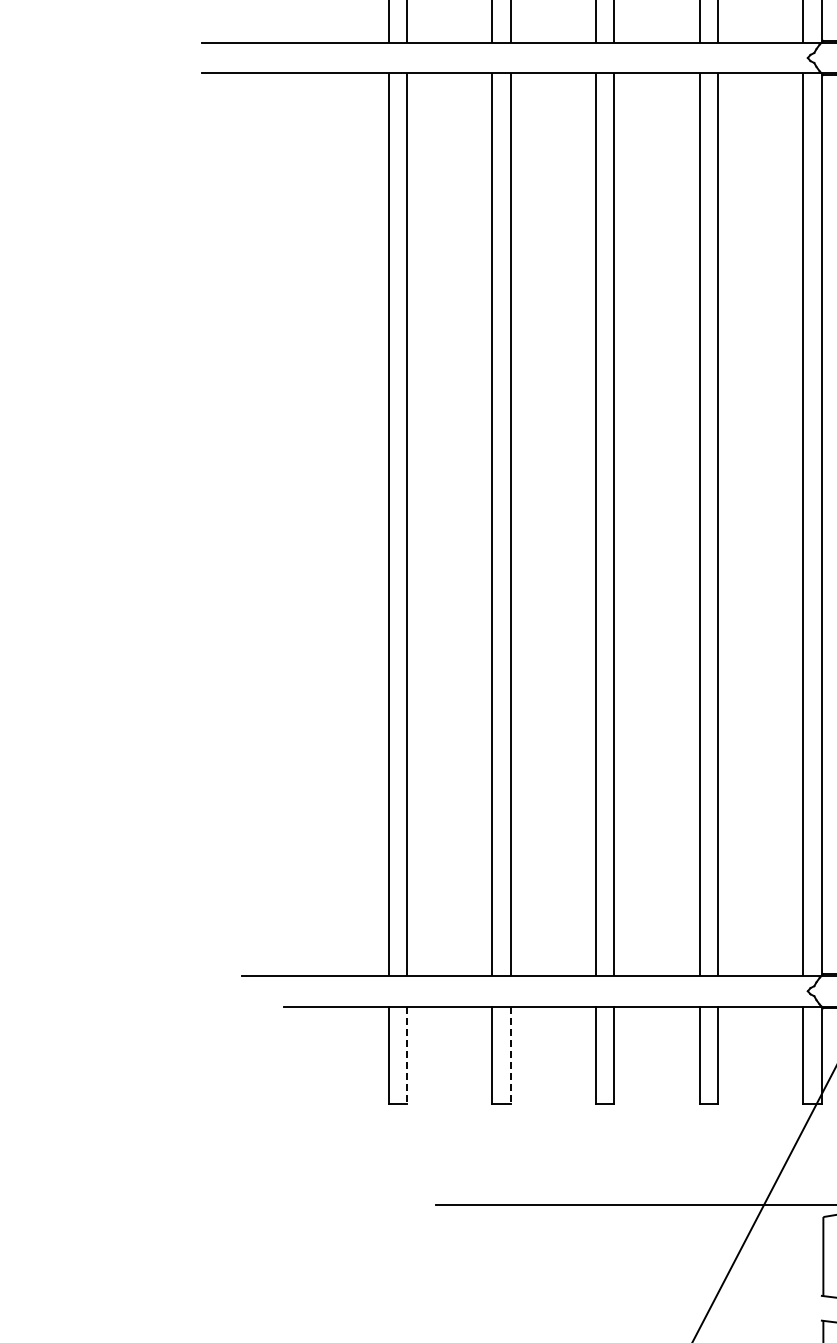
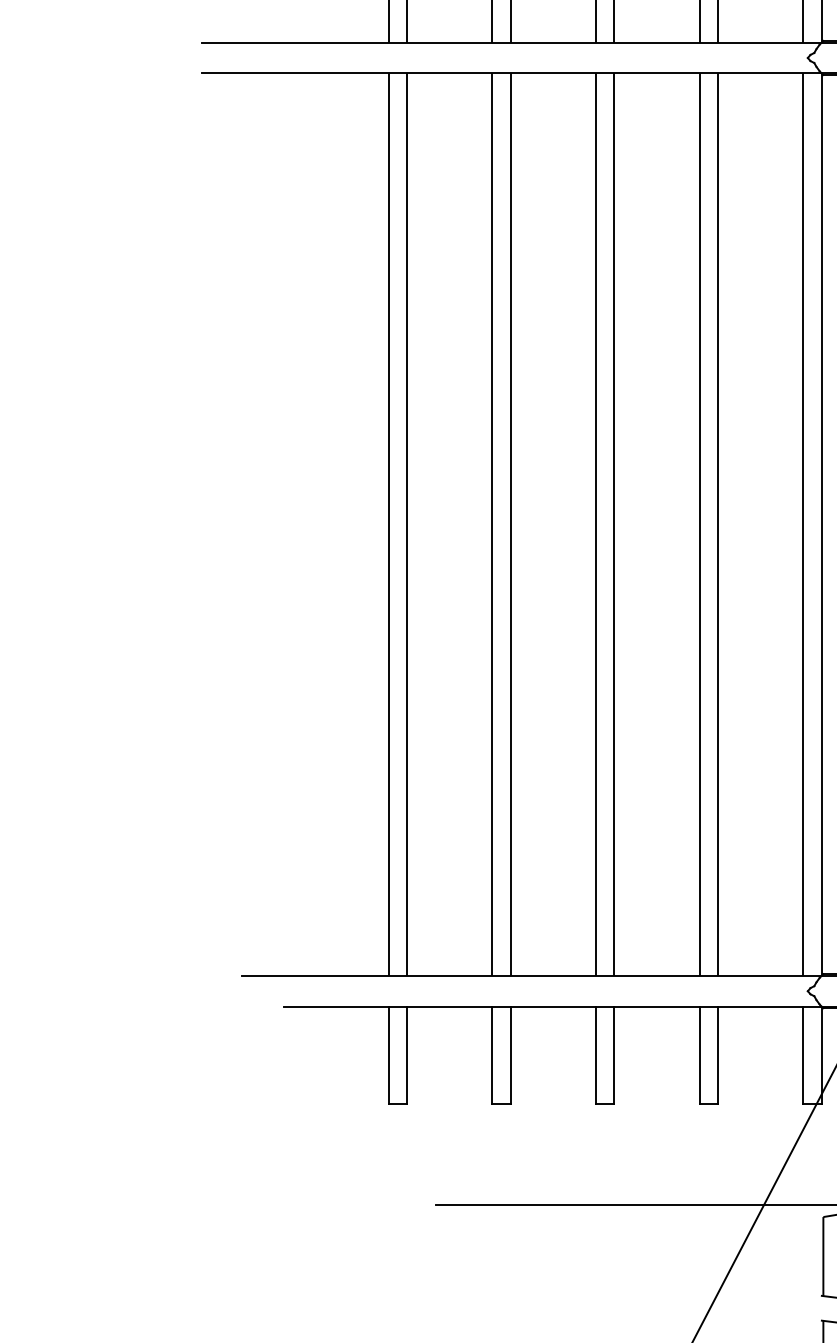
line at (407, 1055): dashed -> solid
line at (510, 1055): dashed -> solid
